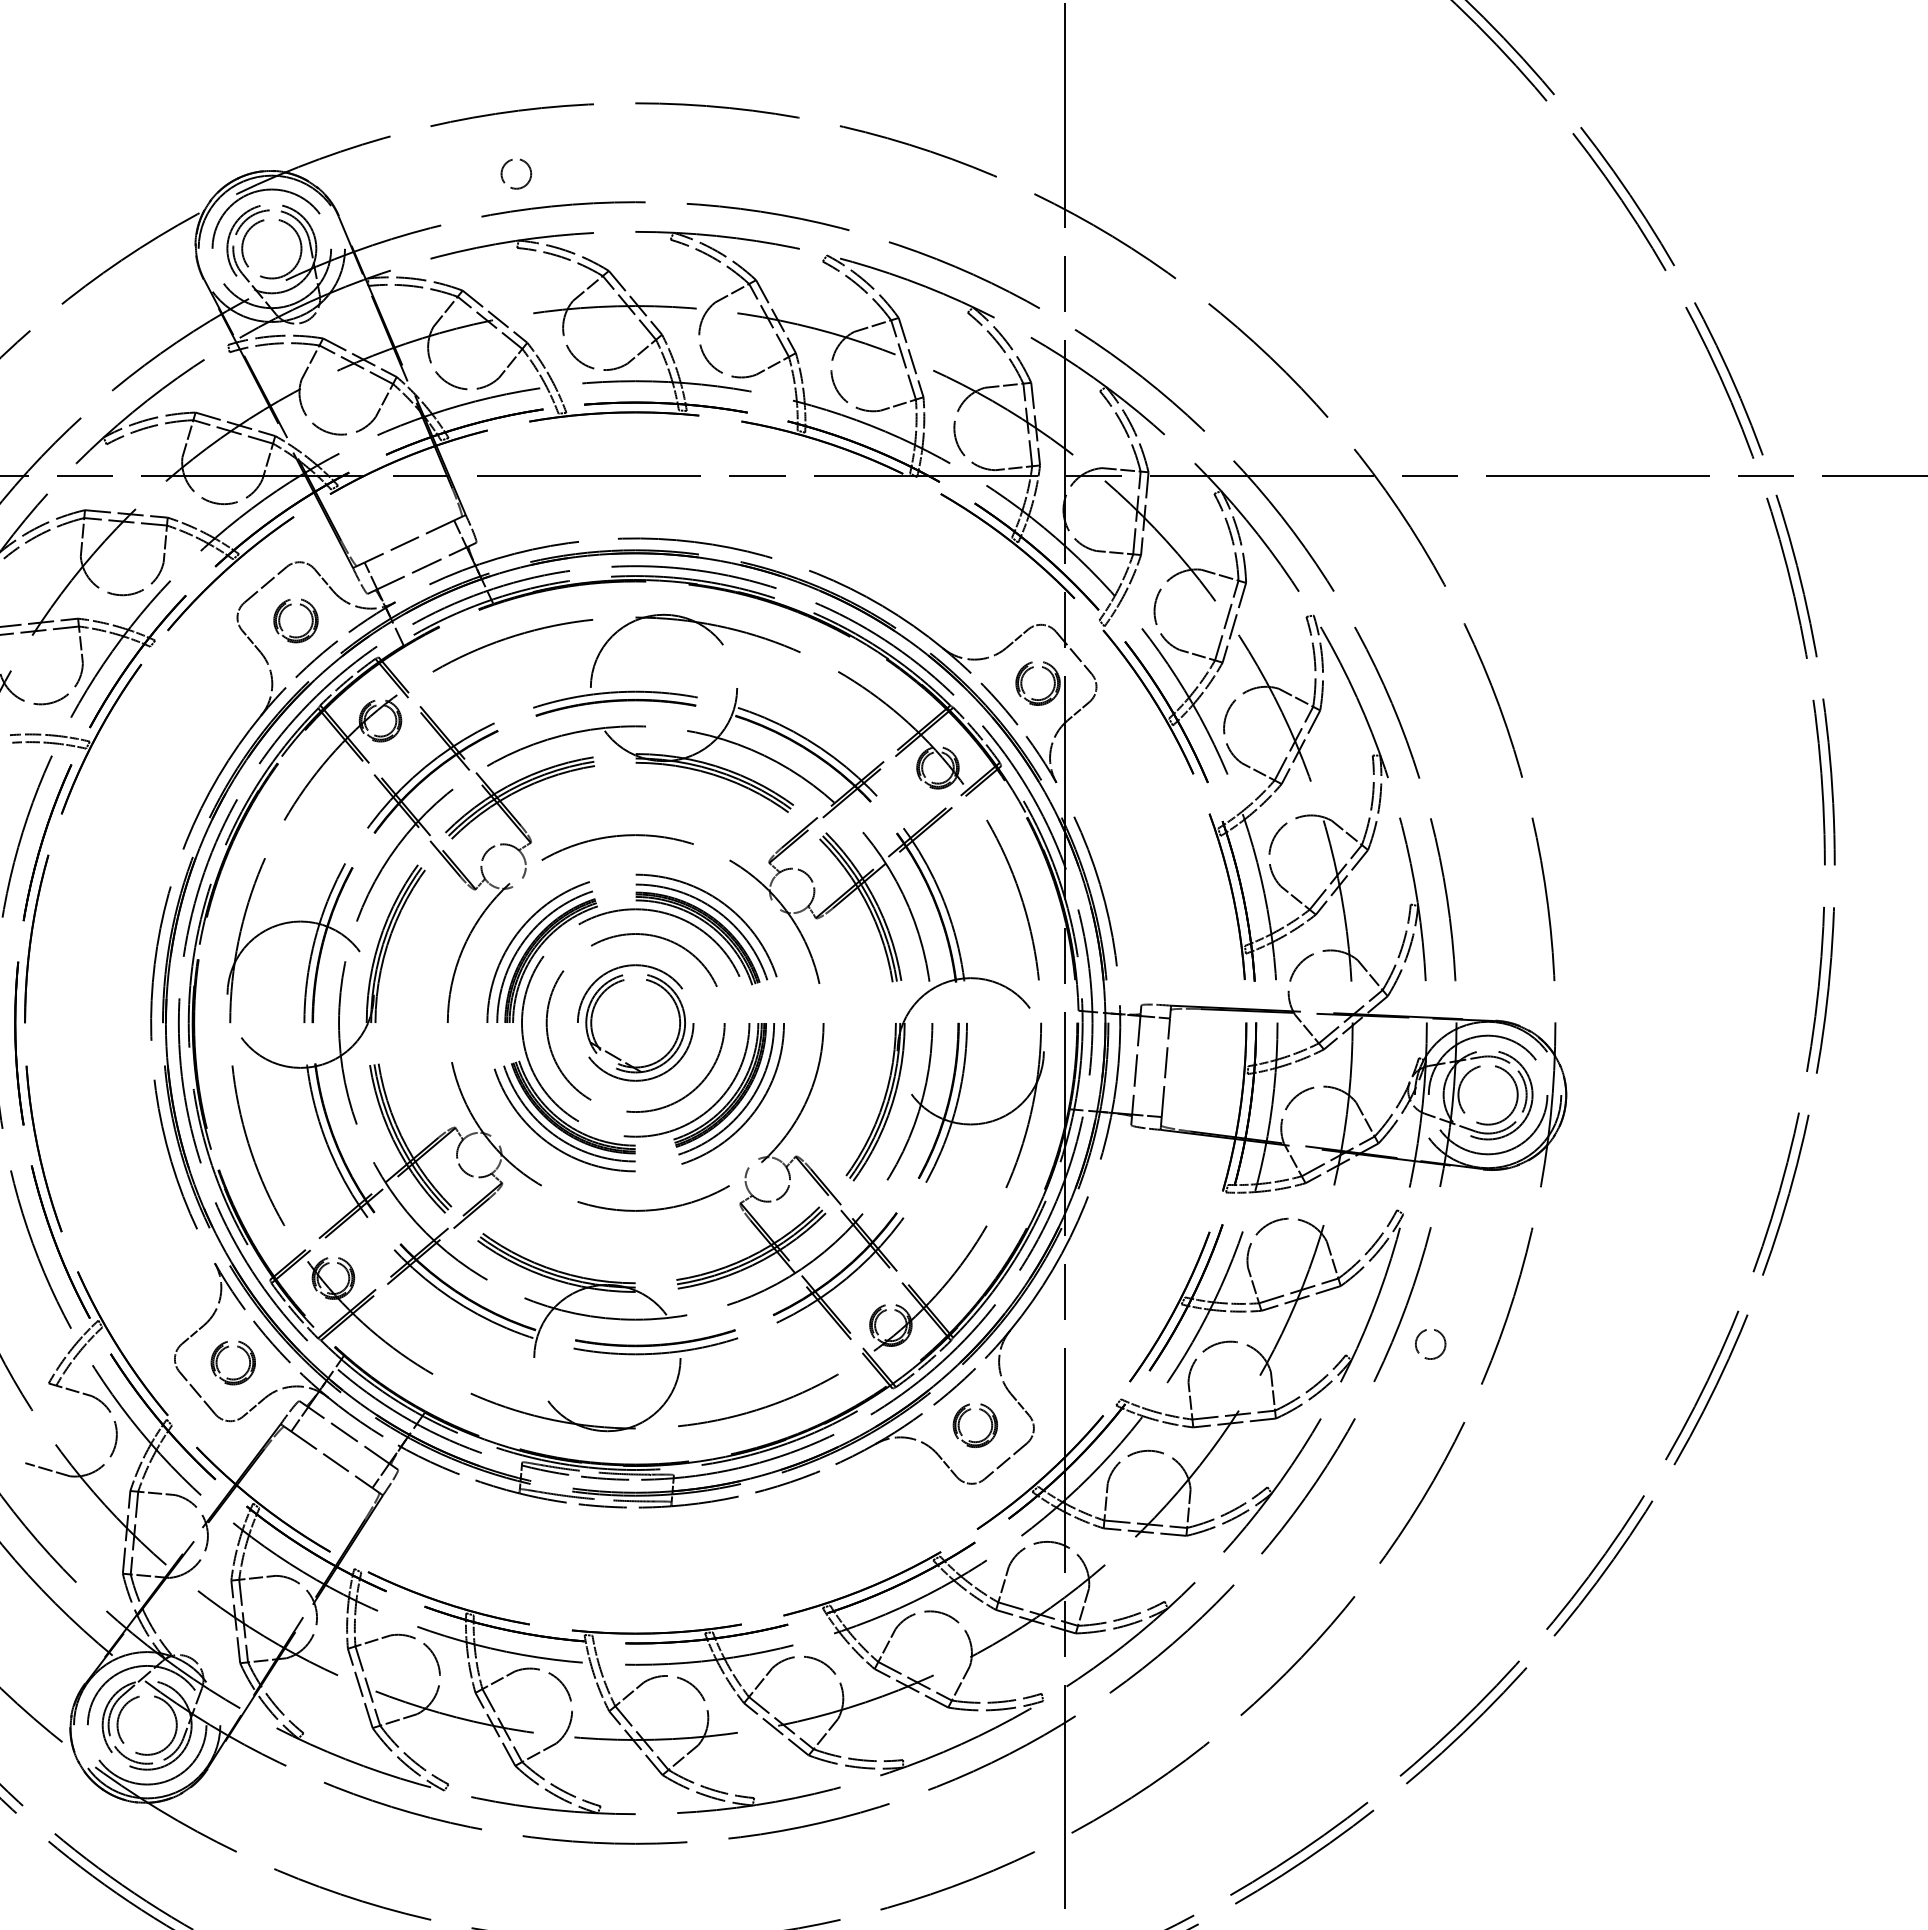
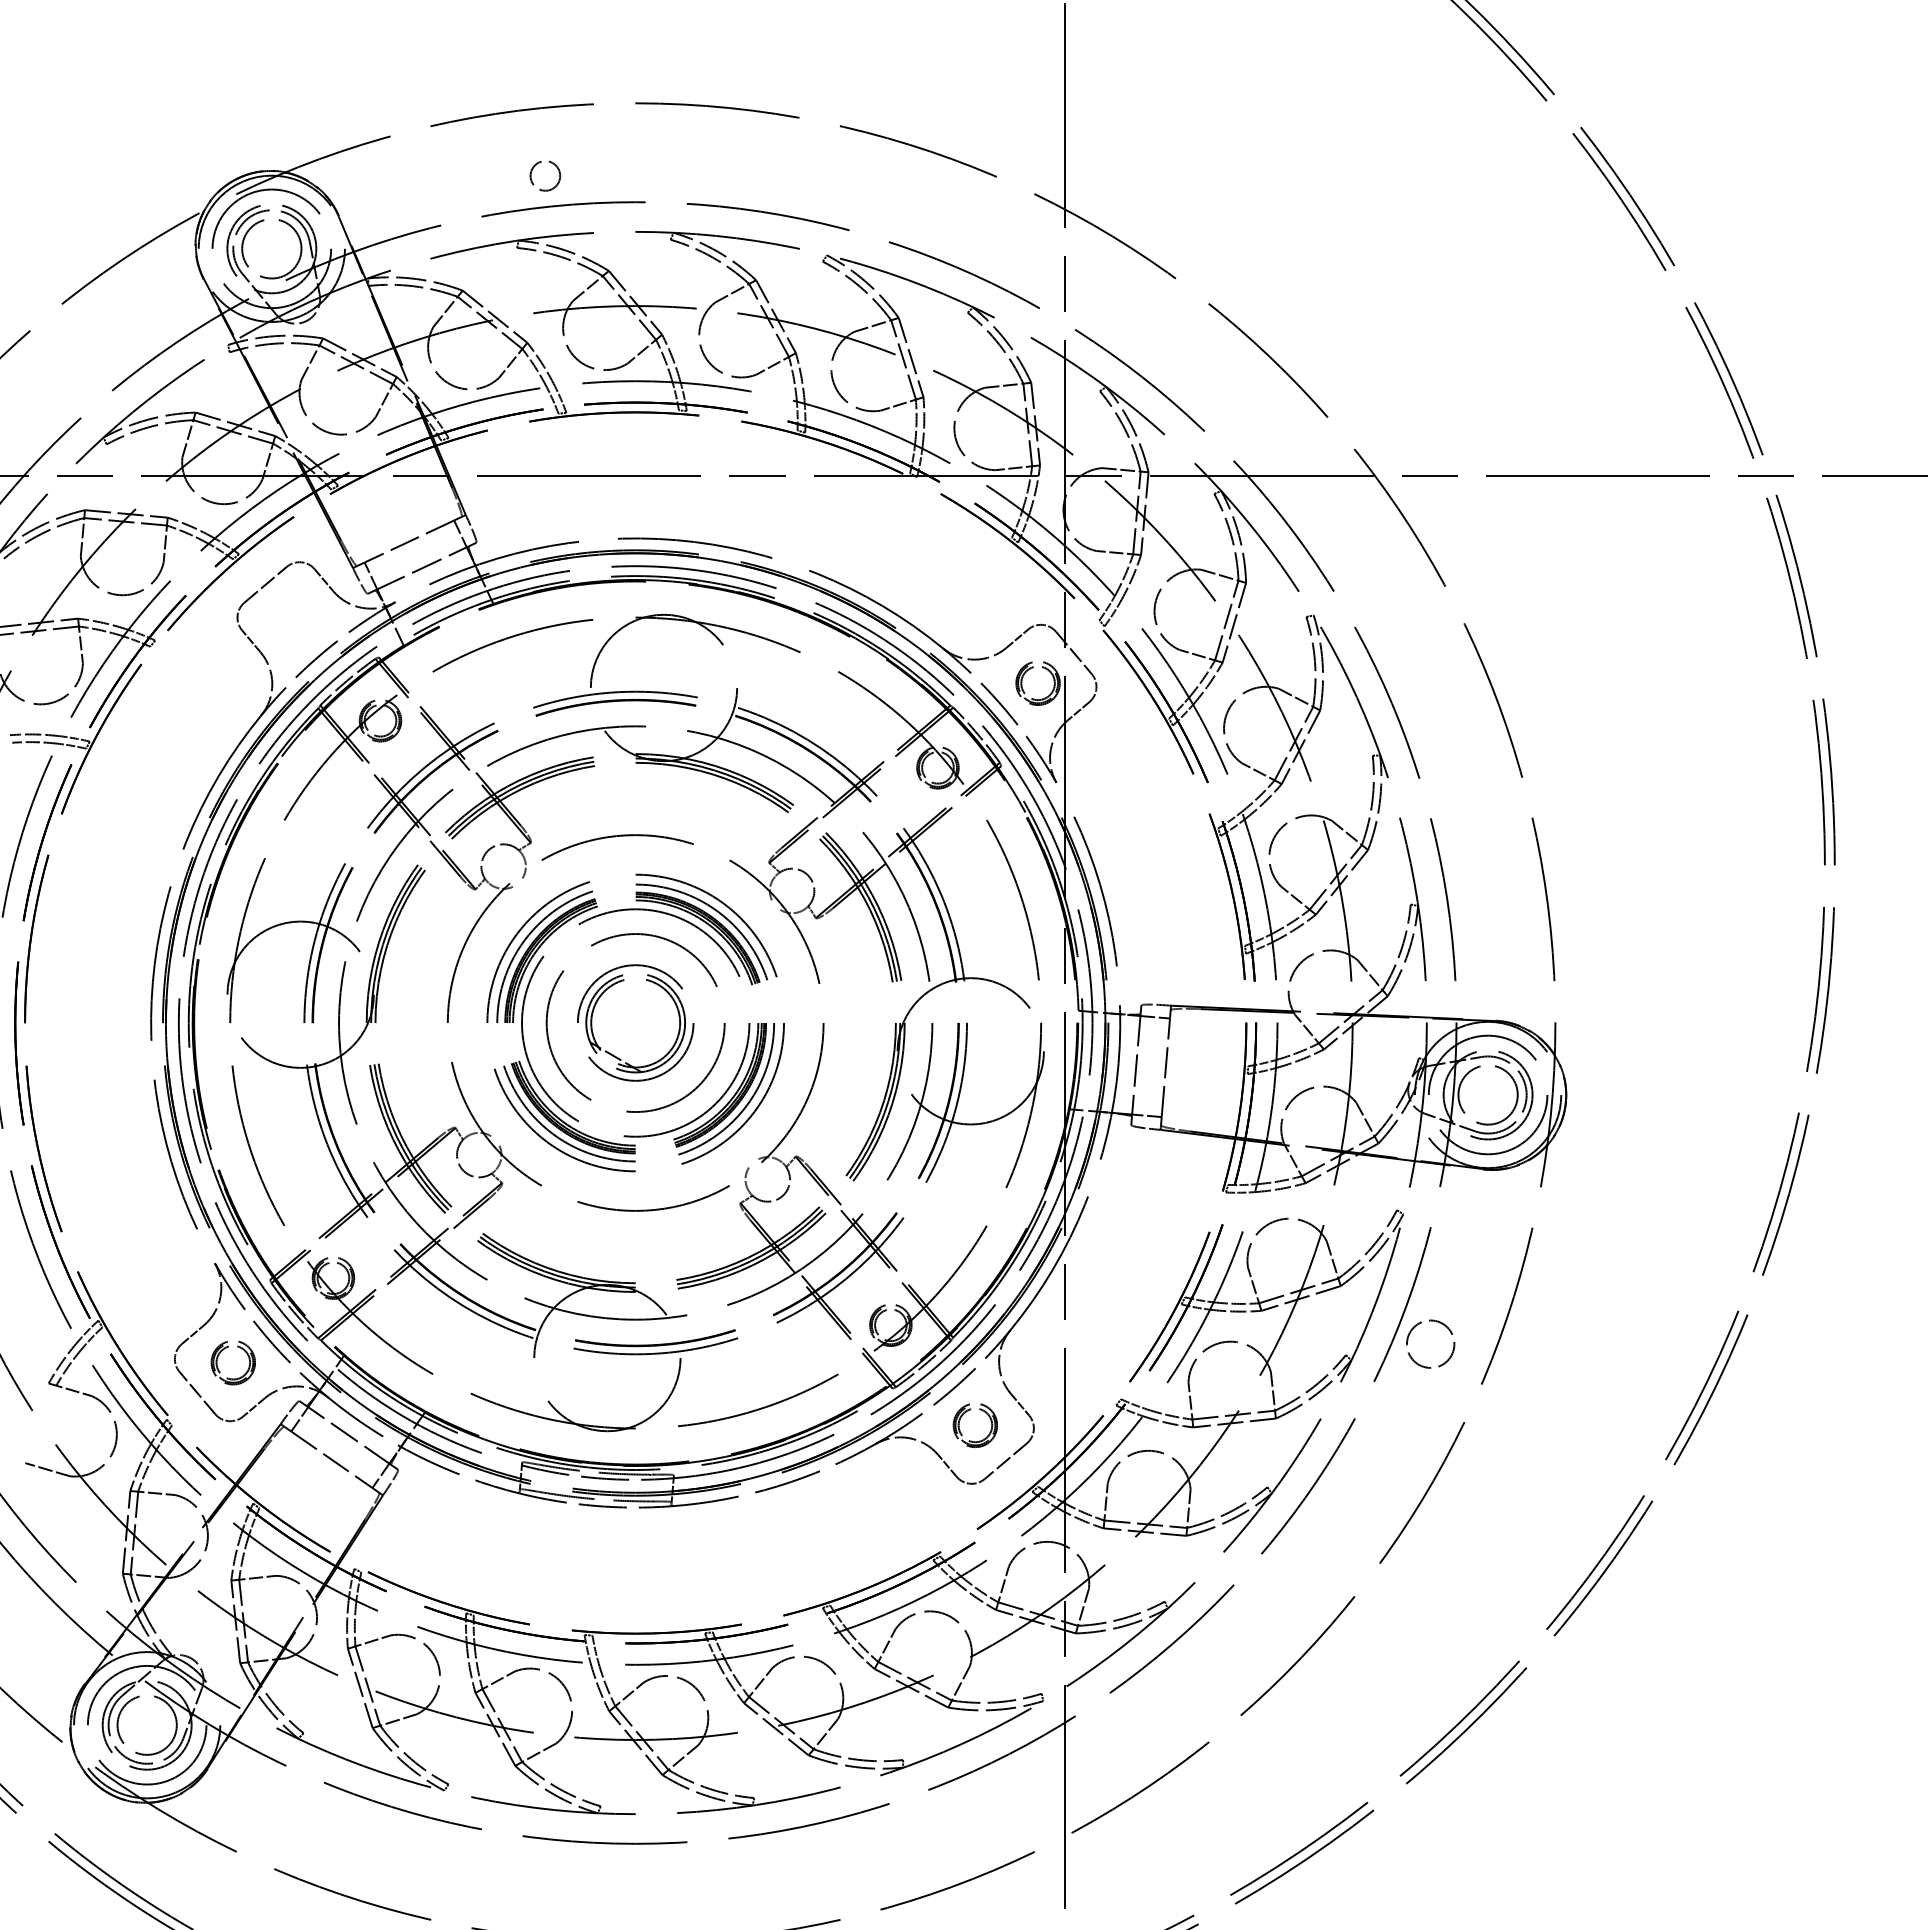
circle at (516, 173) position: (516, 173) -> (545, 175)
part at (283, 611): present -> none
circle at (1430, 1344) diameter: 30 px -> 47 px
